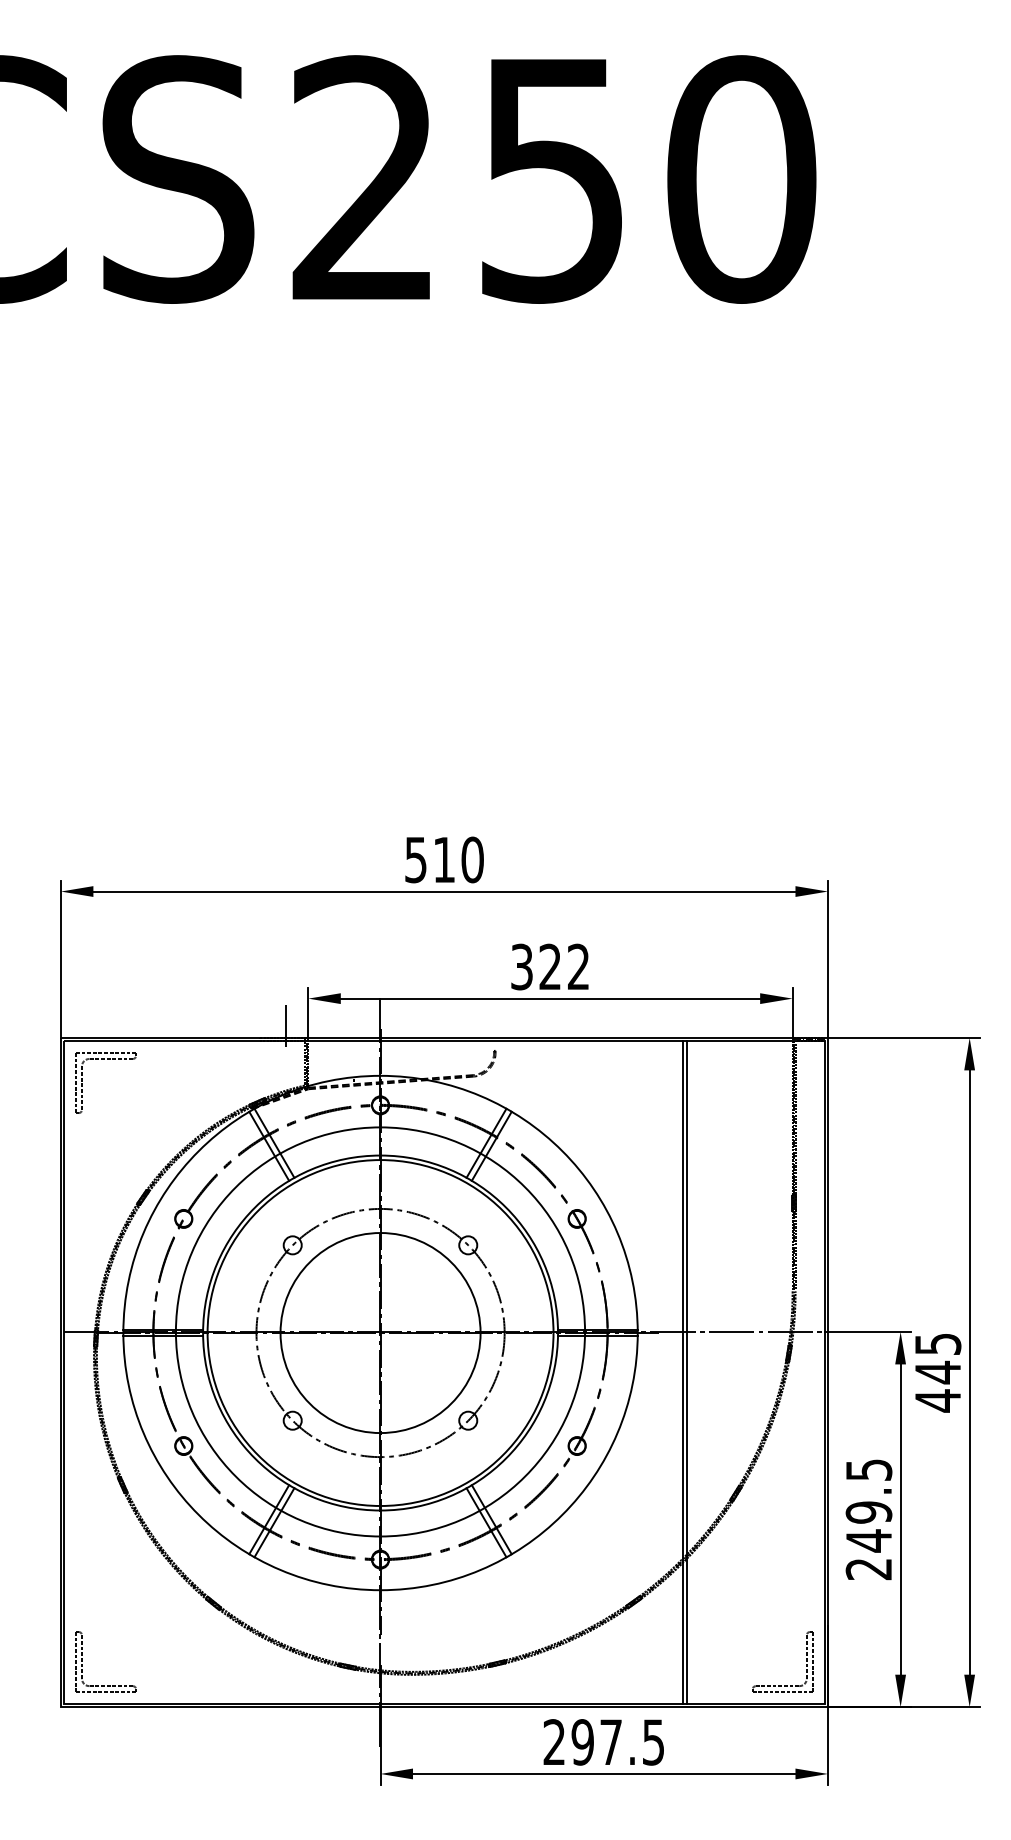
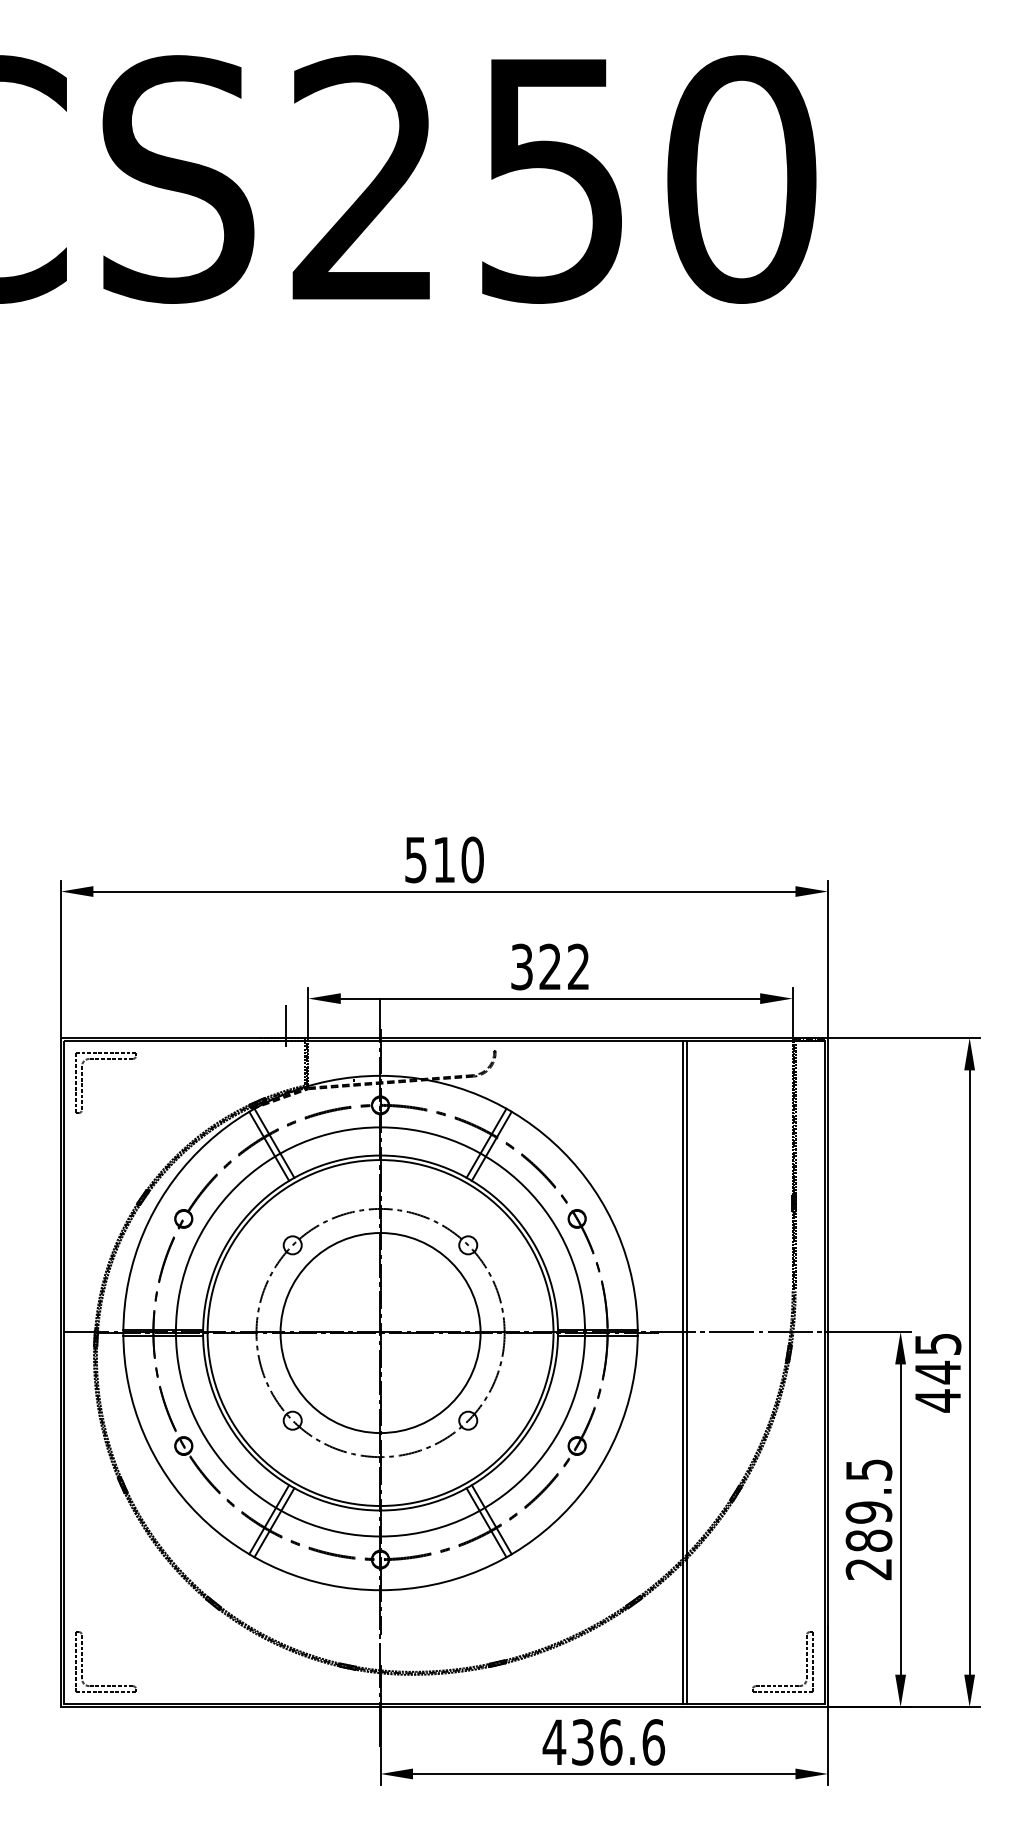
text at (868, 1540): 249.5 -> 289.5
text at (603, 1742): 297.5 -> 436.6
